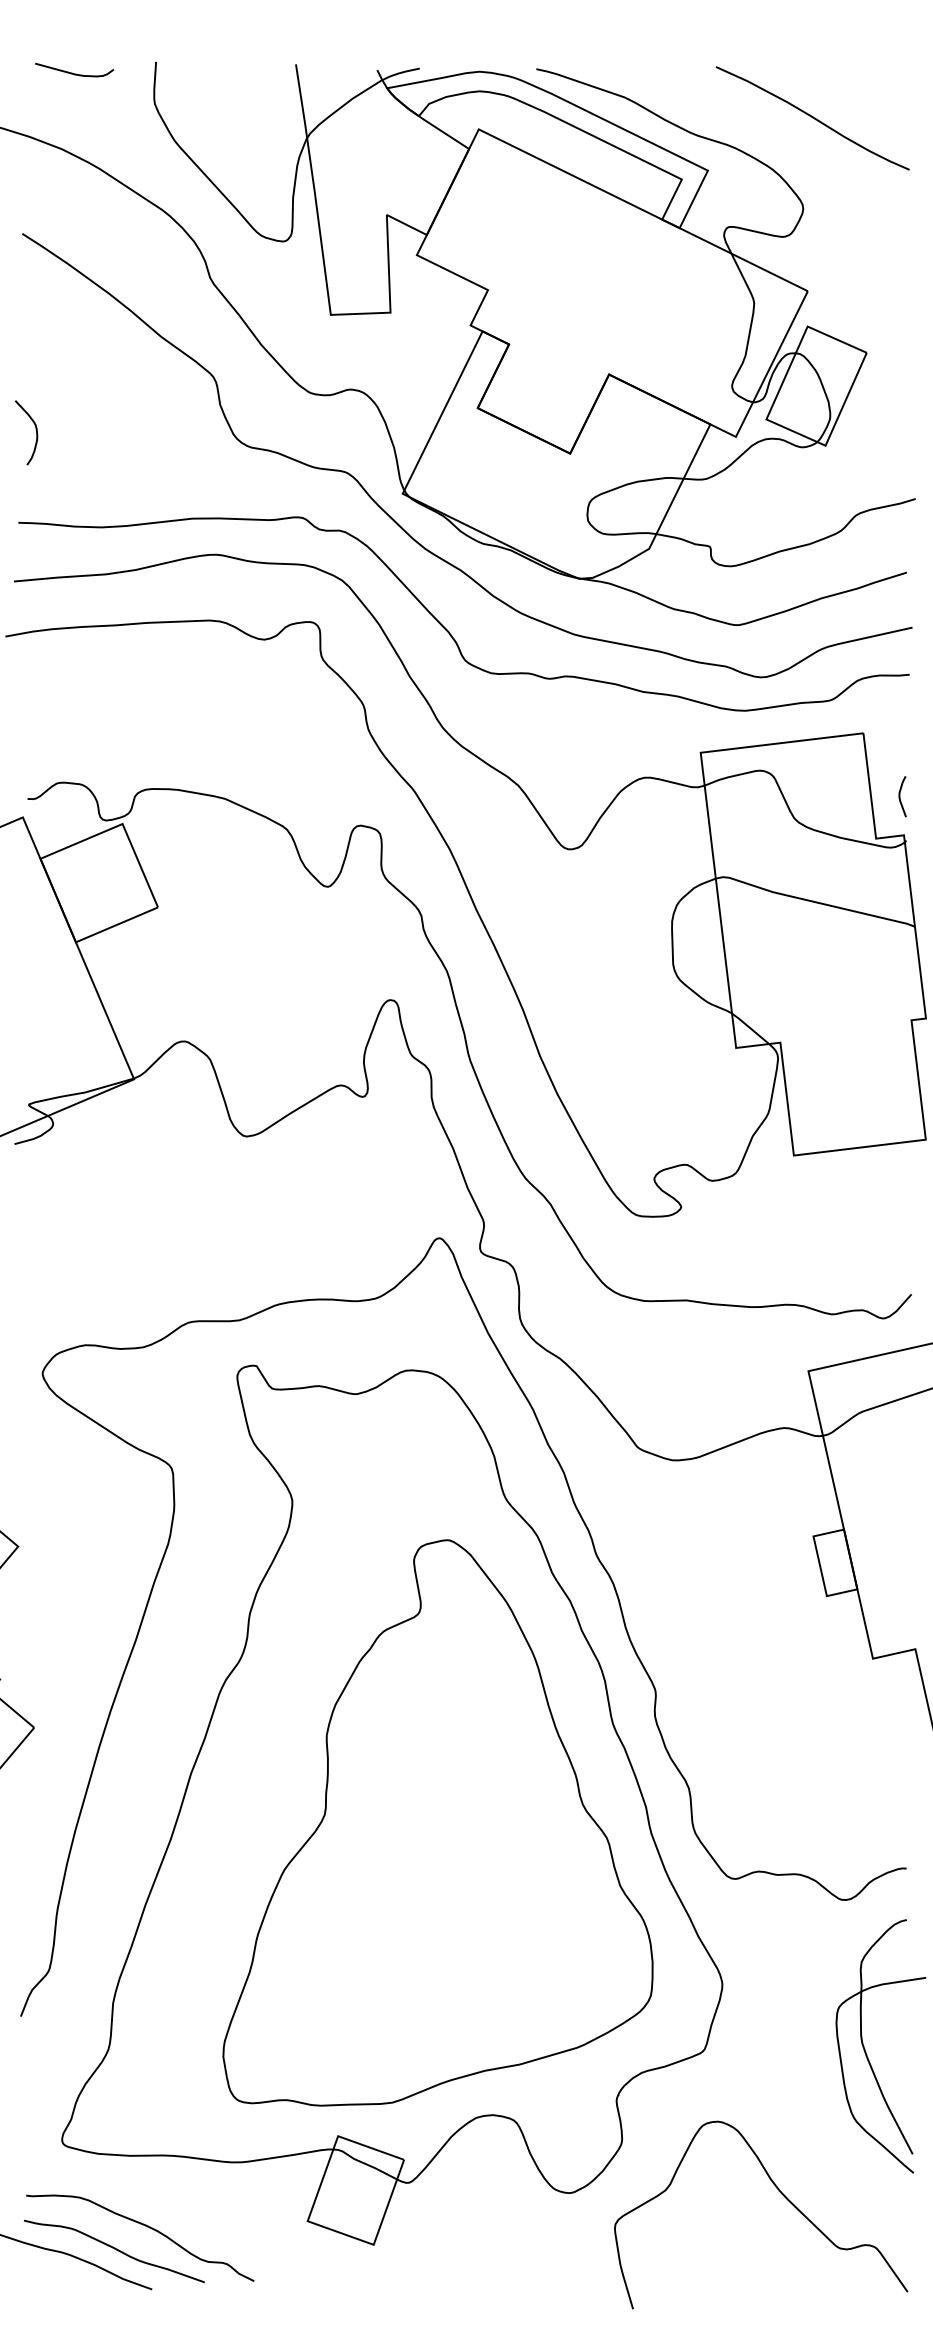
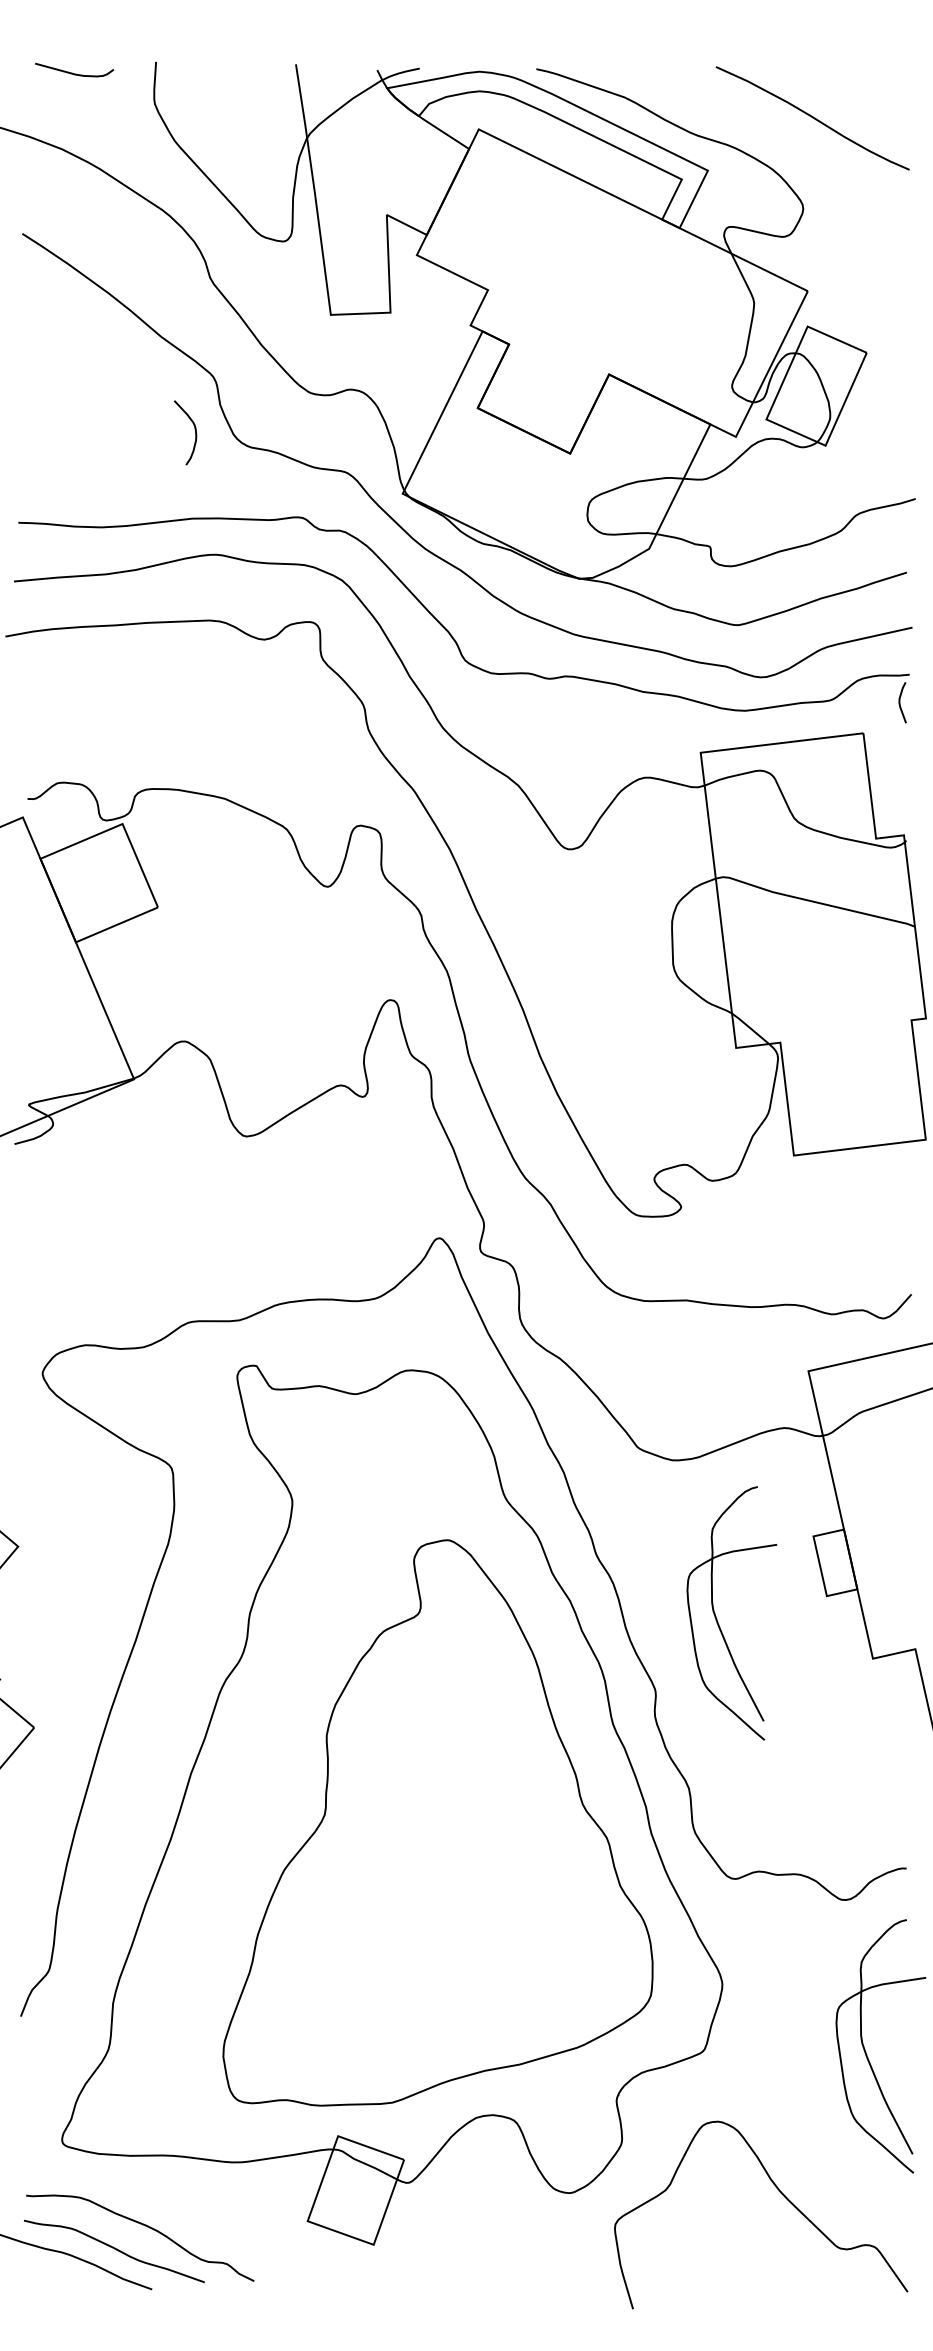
curve at (35, 429) position: (35, 429) -> (194, 429)
curve at (900, 796) position: (900, 796) -> (900, 702)
part at (717, 1619): none -> present
